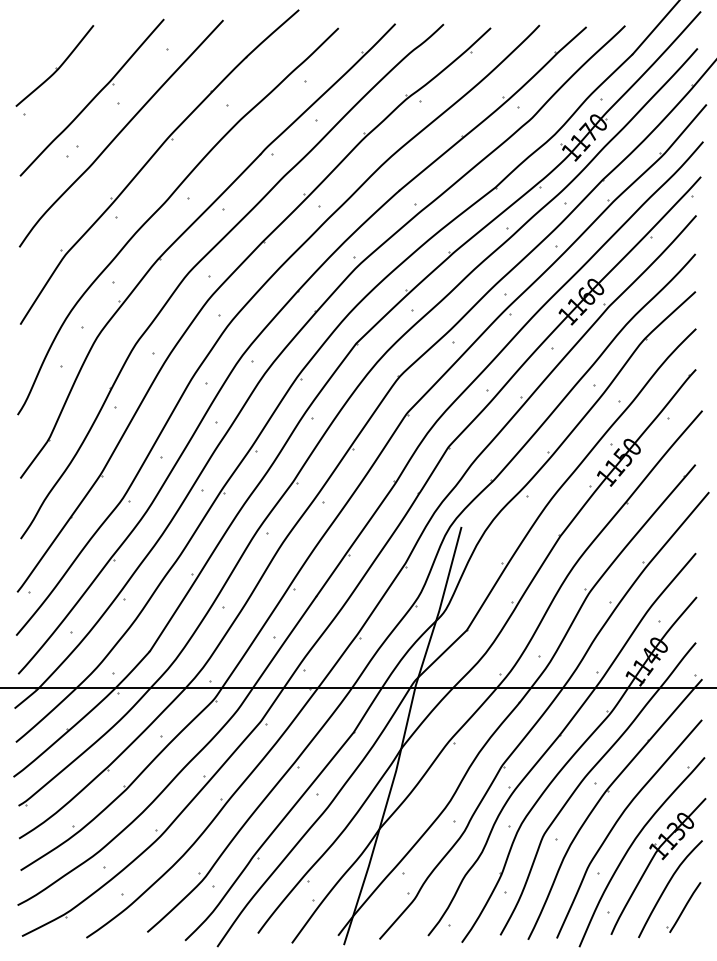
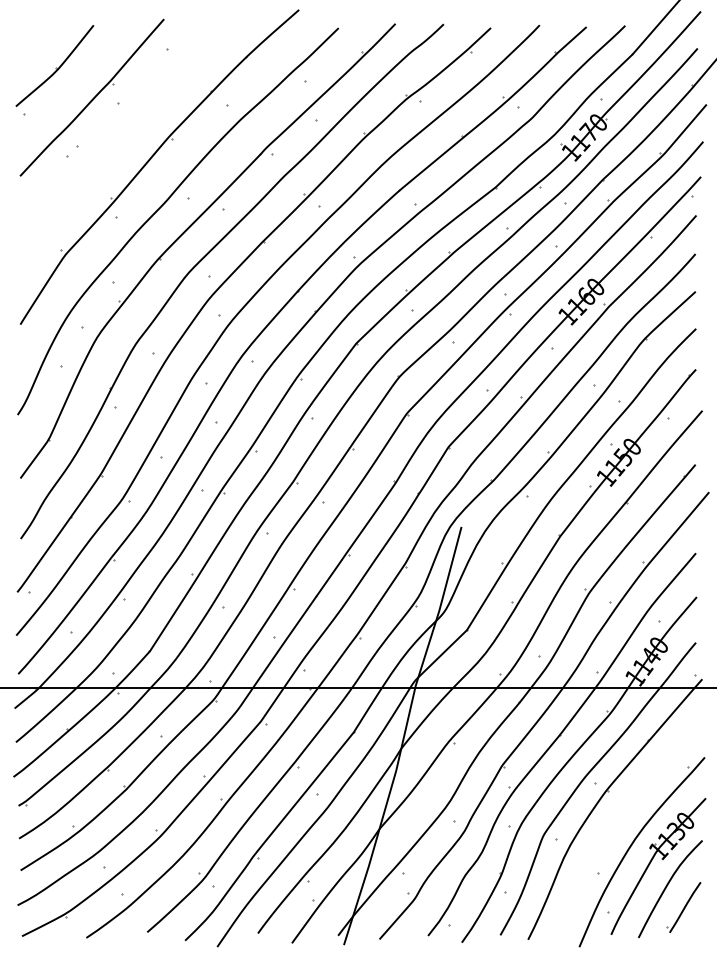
curve at (120, 133): present -> none
curve at (618, 821): present -> none
